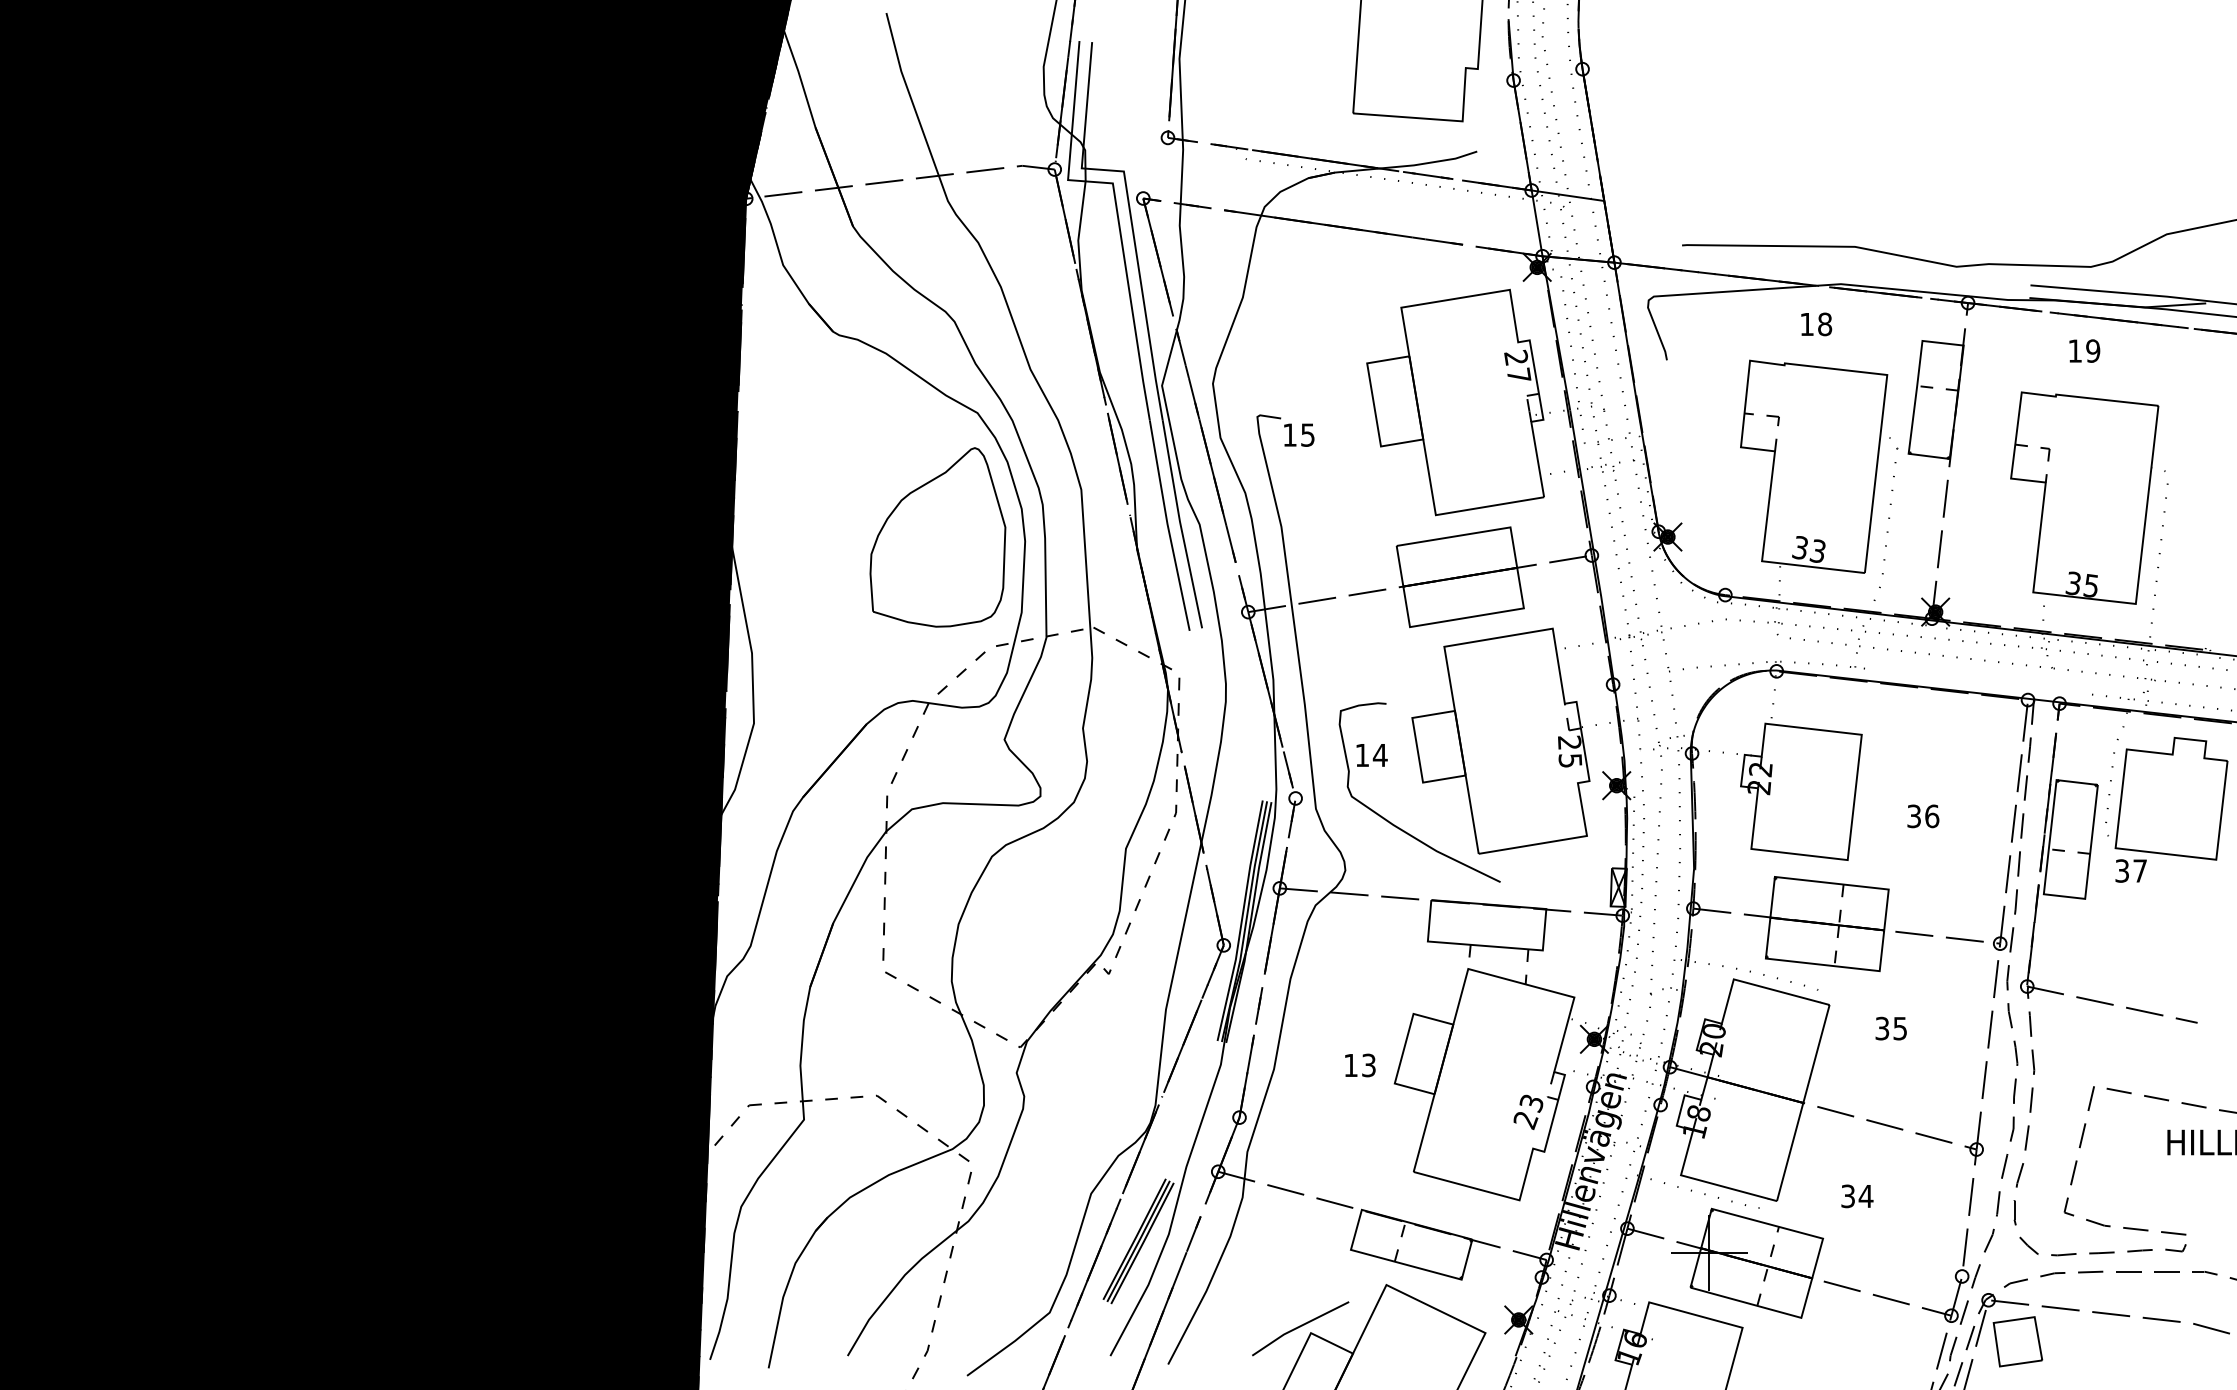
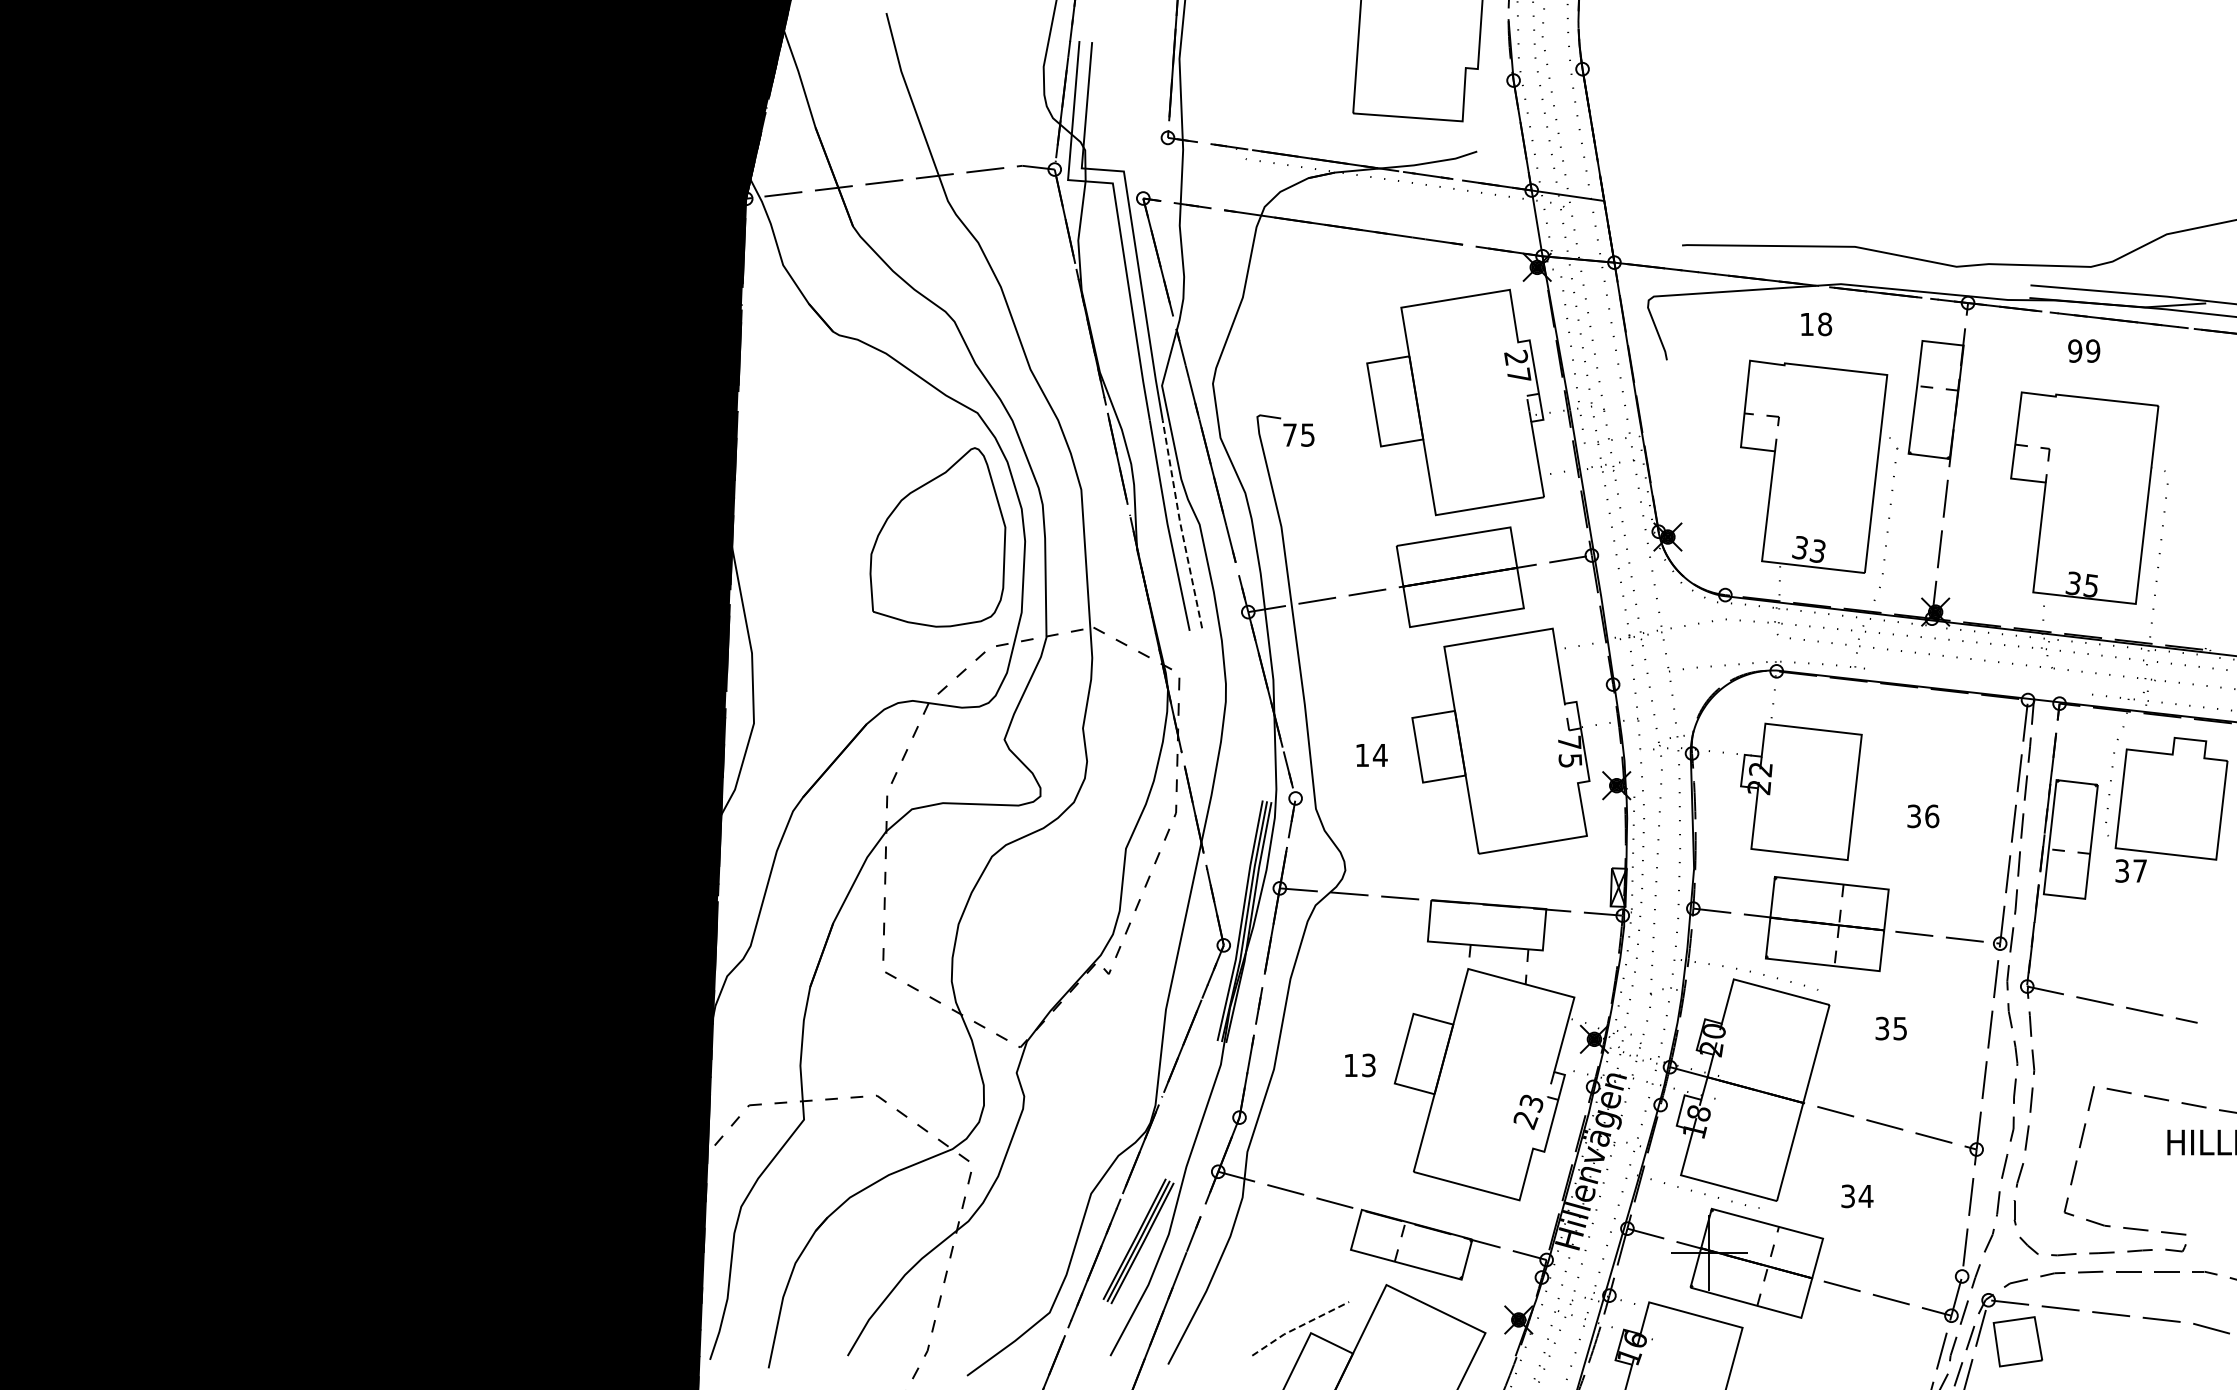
text at (2075, 350): 19 -> 99
text at (1289, 434): 15 -> 75
line at (1180, 523): solid -> dashed
text at (1569, 742): 25 -> 75
curve at (1396, 825): present -> none
line at (1299, 1326): solid -> dashed
